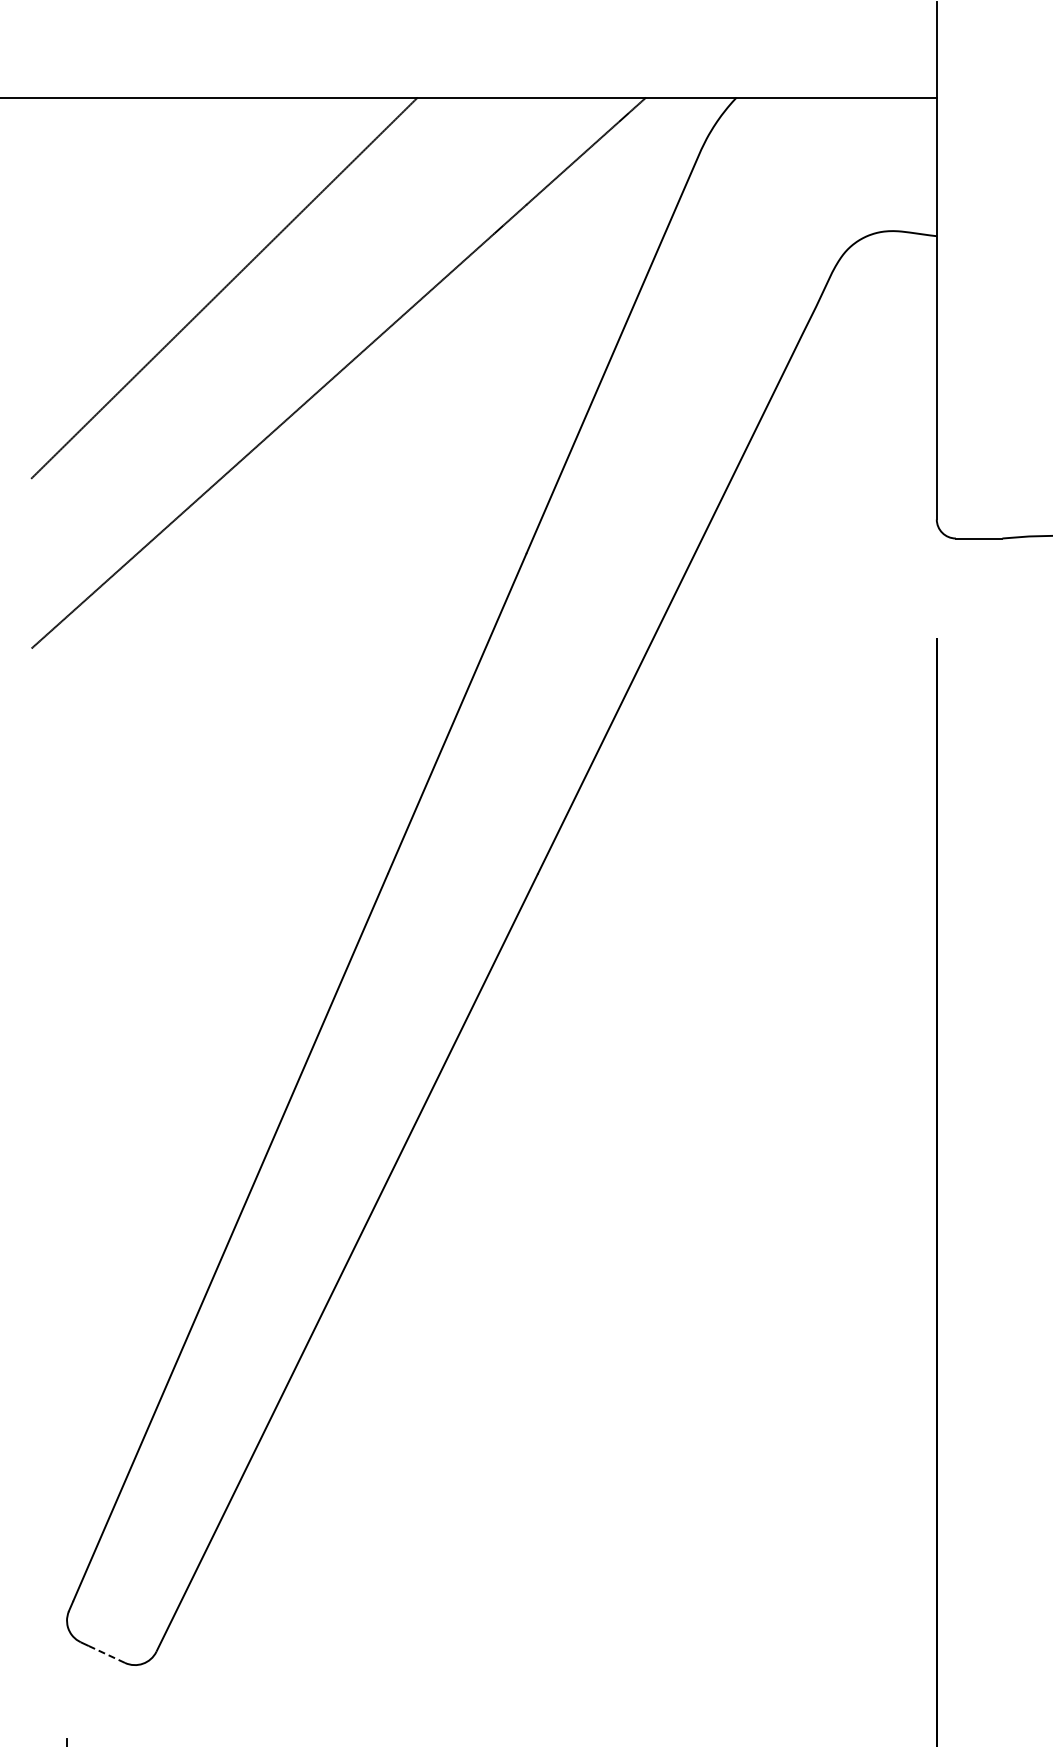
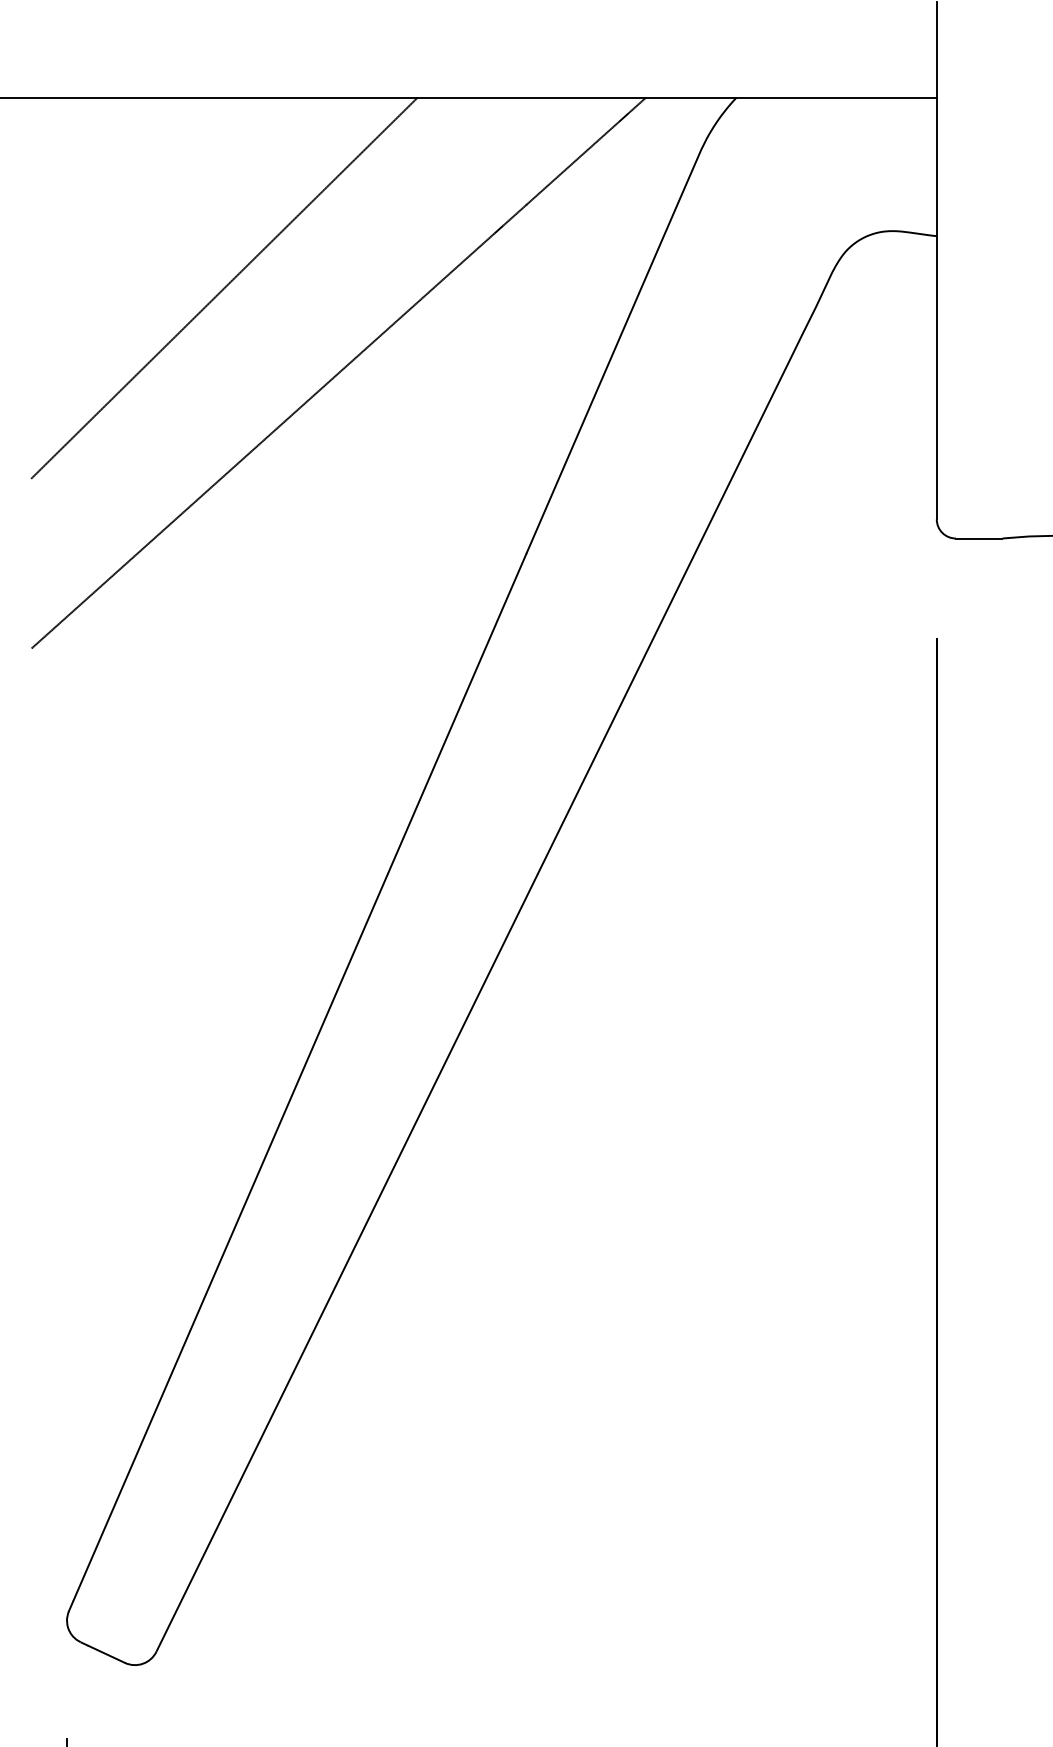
line at (106, 1654): dashed -> solid
